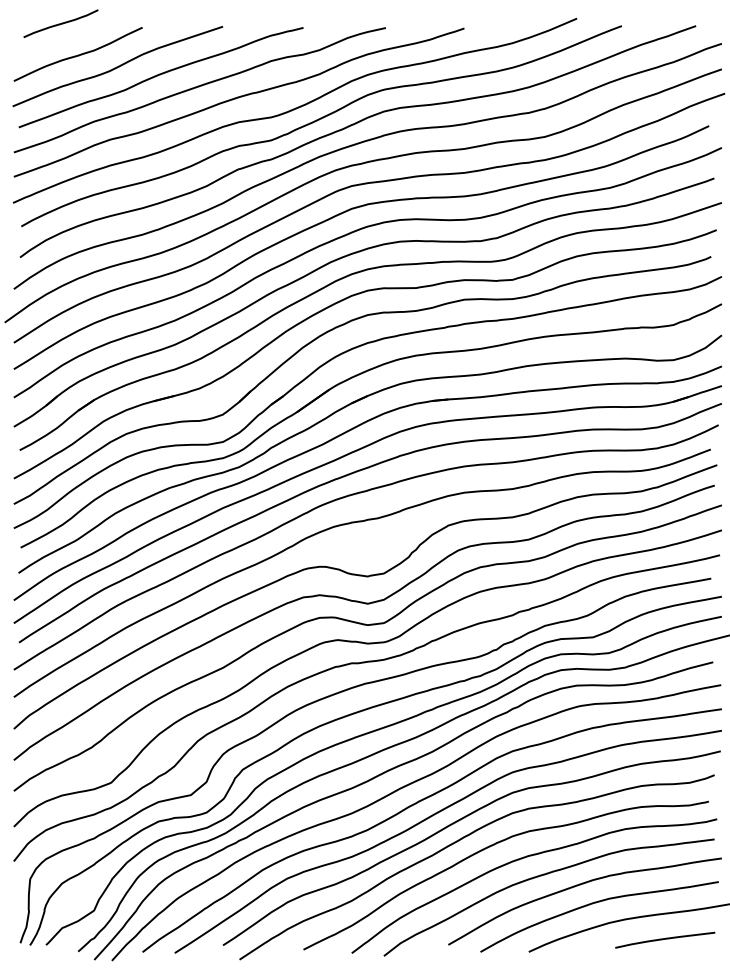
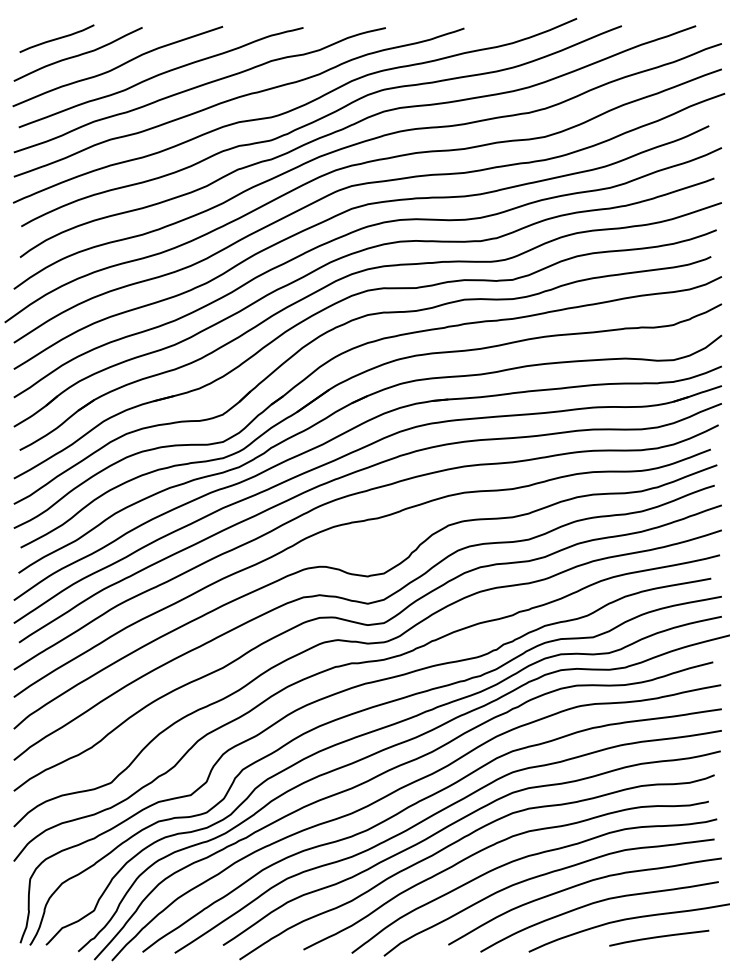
curve at (60, 23) position: (60, 23) -> (56, 38)
curve at (665, 939) position: (665, 939) -> (659, 937)
